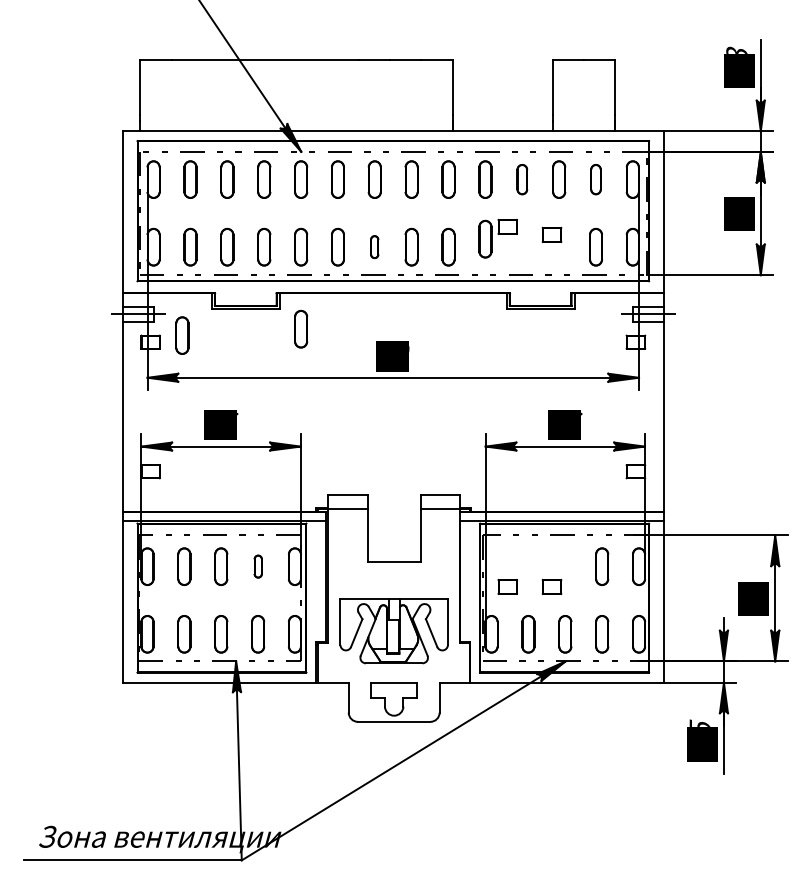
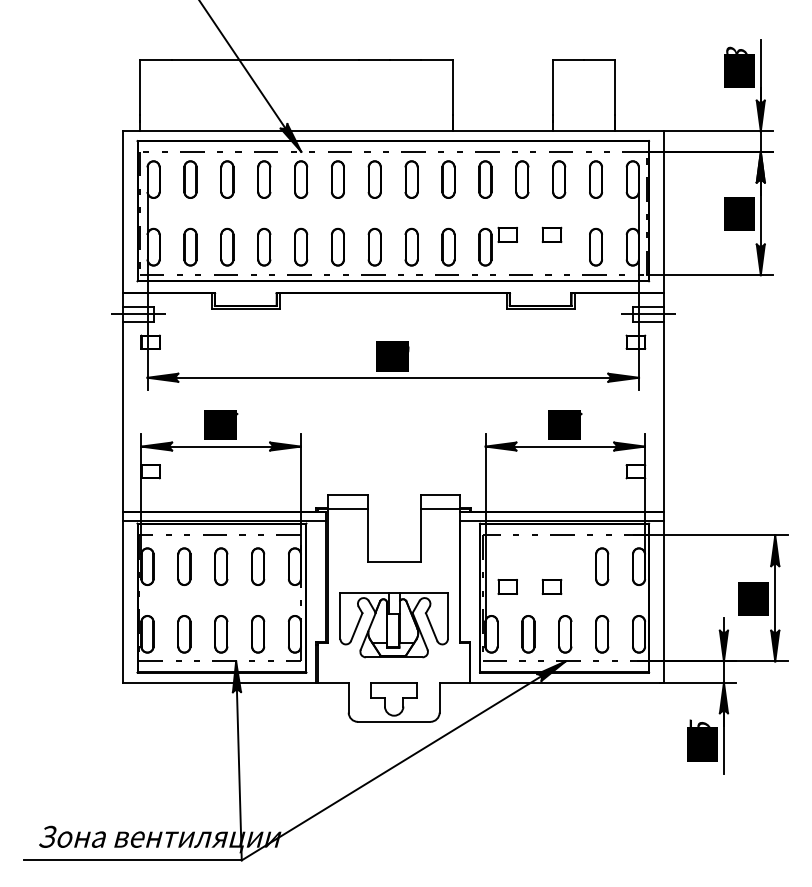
part at (522, 179) size: 13x32 px -> 15x39 px
part at (595, 179) size: 12x32 px -> 14x39 px
part at (497, 238) position: (497, 238) -> (497, 246)
part at (374, 247) size: 10x25 px -> 15x40 px
part at (301, 328): present -> none
part at (182, 335): present -> none
part at (257, 566) size: 10x25 px -> 15x39 px
part at (393, 631) position: (393, 631) -> (393, 625)
